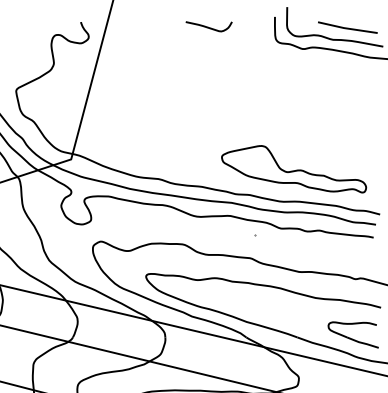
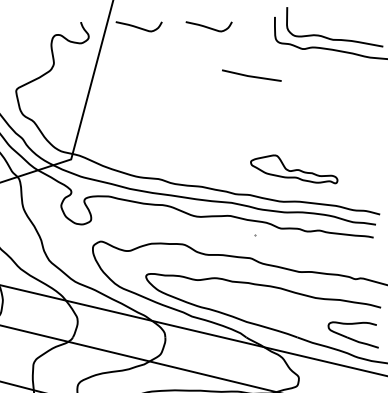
curve at (138, 26): none -> present
line at (347, 27) position: (347, 27) -> (251, 75)
part at (294, 169) size: 147x49 px -> 89x31 px
